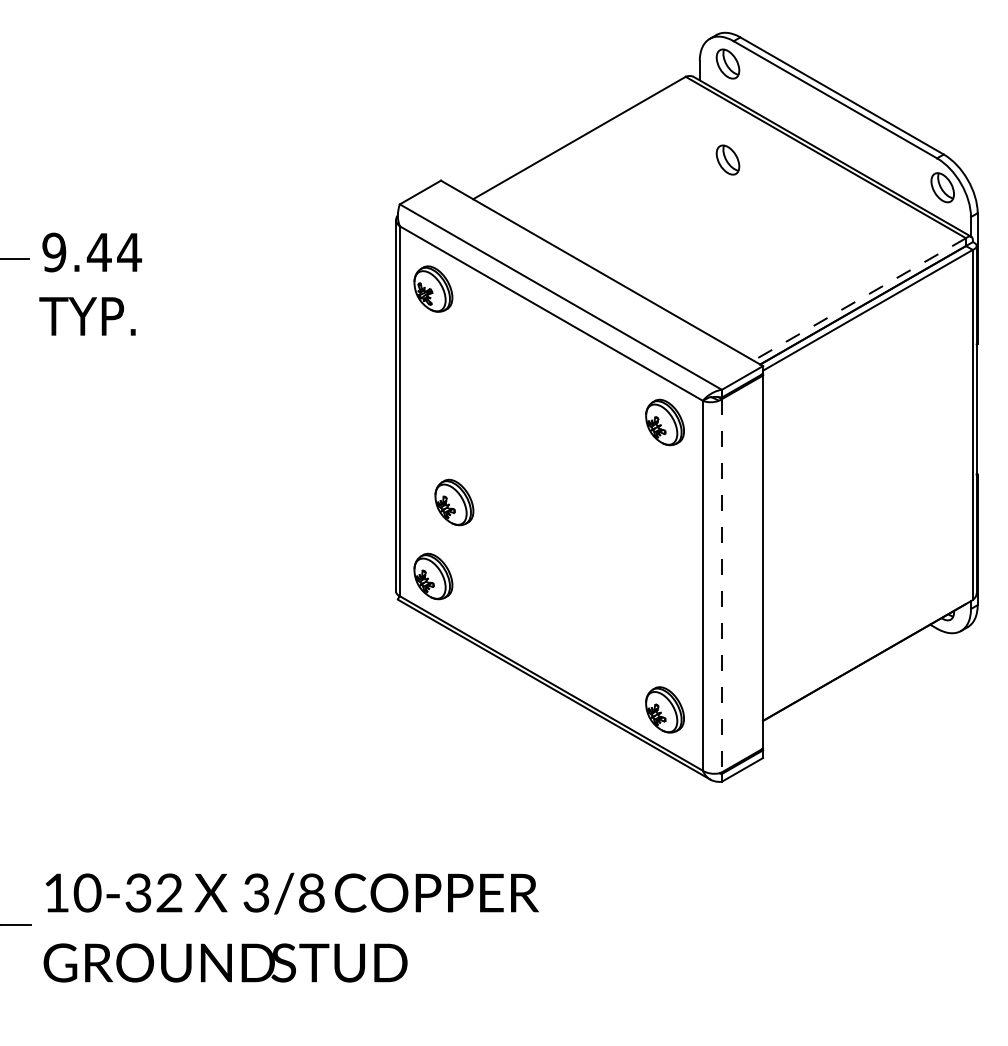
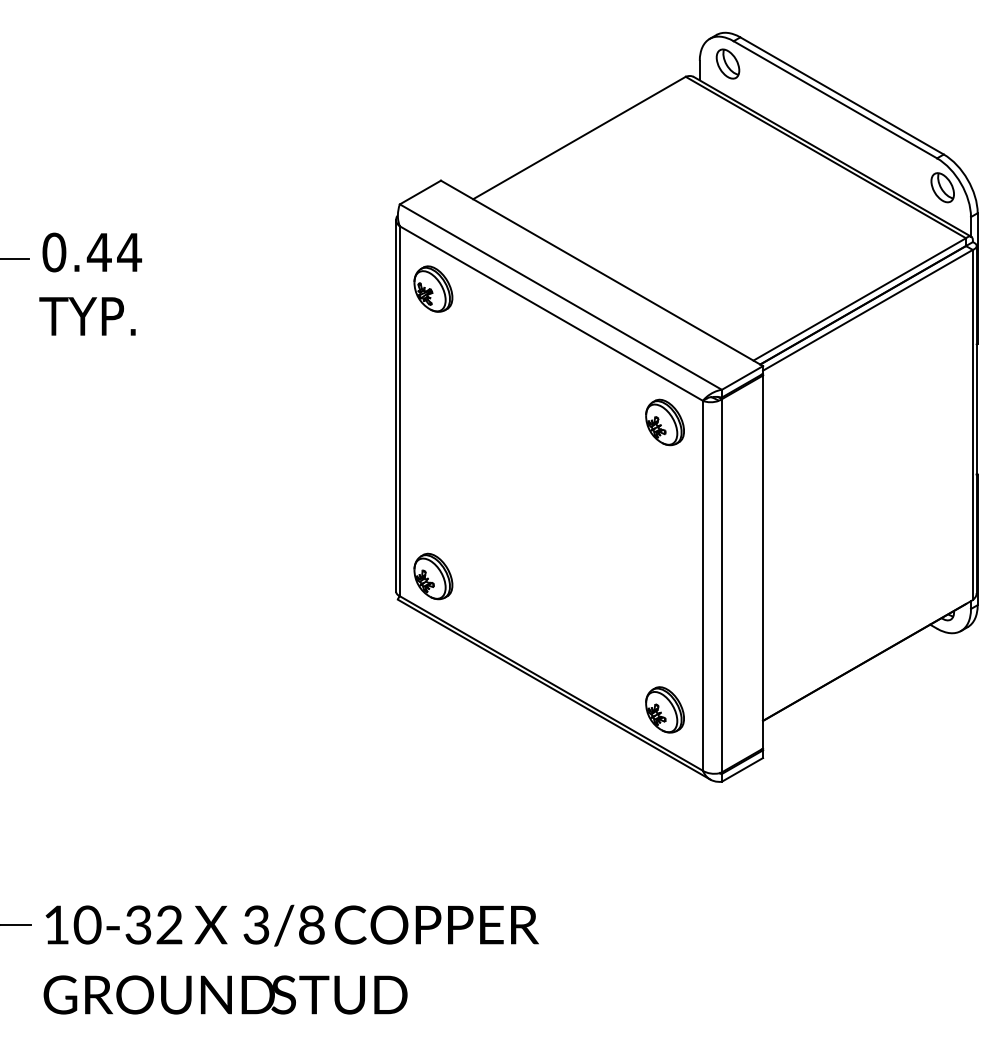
part at (727, 159): present -> none
text at (54, 252): 9.44 -> 0.44
line at (859, 299): dashed -> solid
part at (454, 502): present -> none
line at (721, 585): dashed -> solid
text at (290, 927) position: (290, 927) -> (290, 959)
